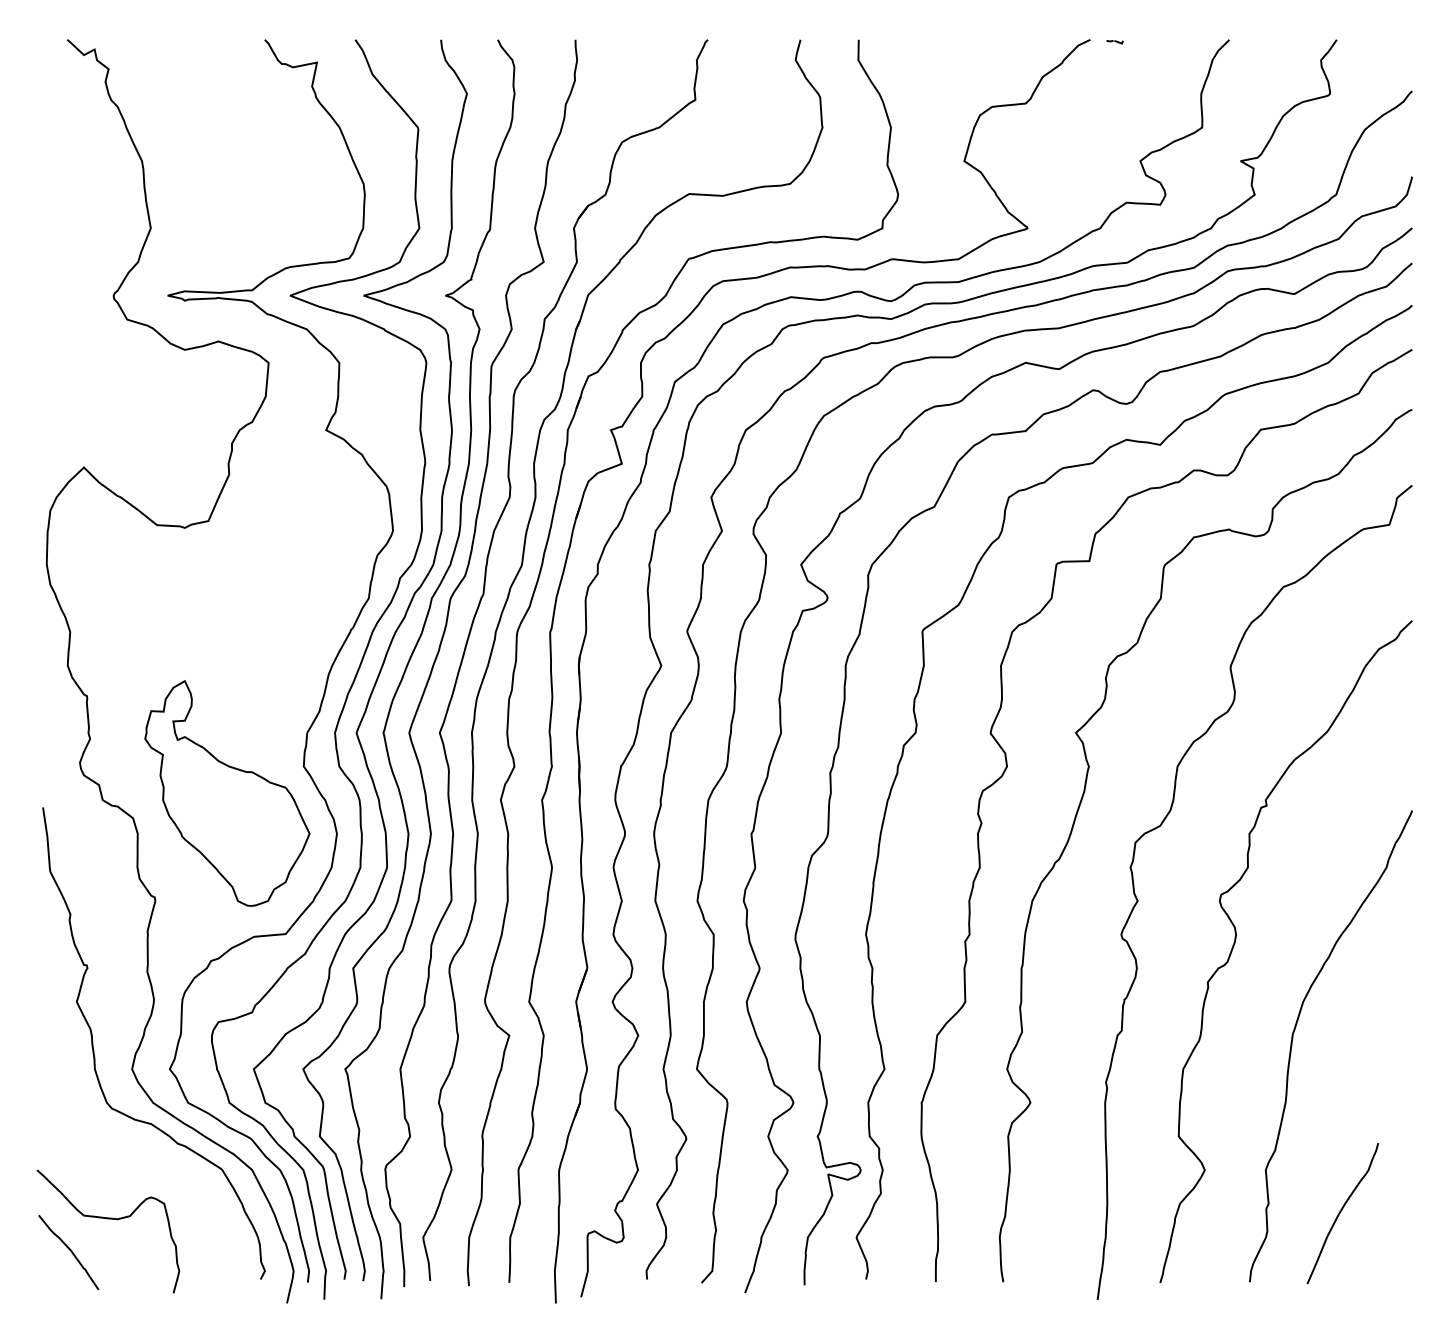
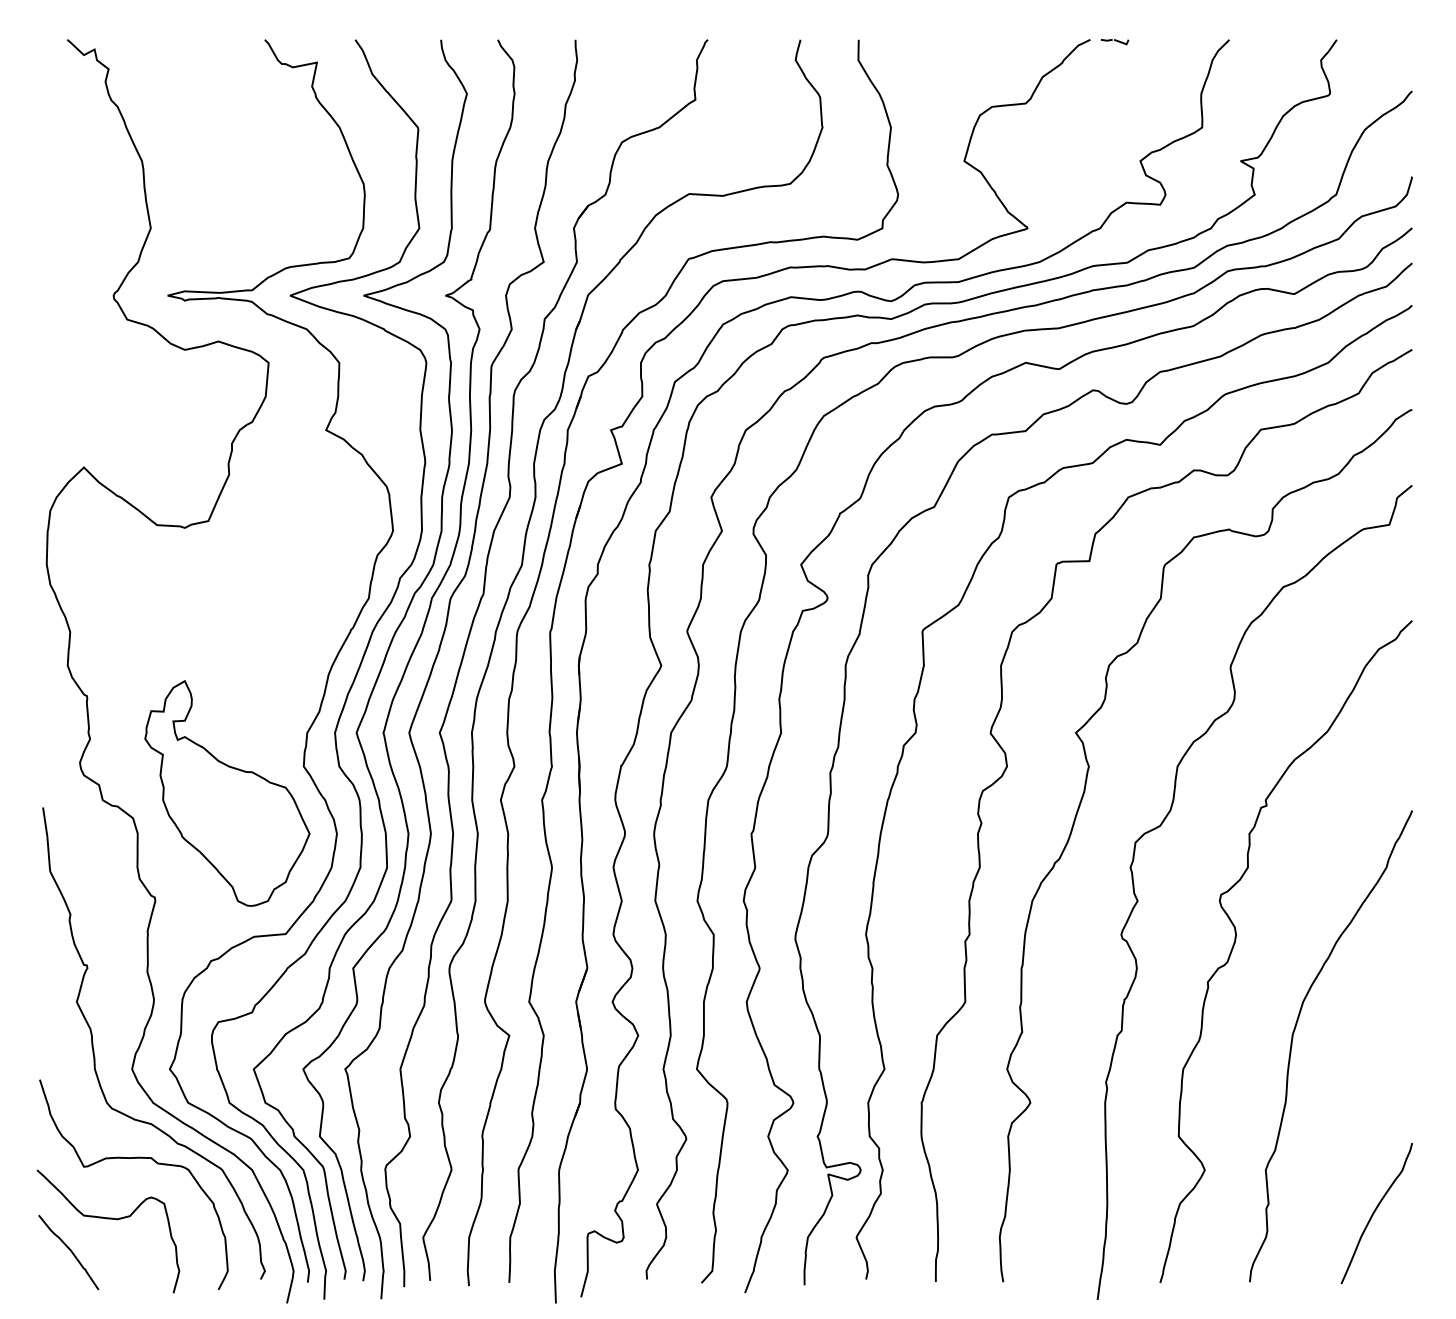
part at (1114, 42) size: 18x5 px -> 30x7 px
curve at (133, 1158): none -> present
curve at (1341, 1212) position: (1341, 1212) -> (1375, 1212)
